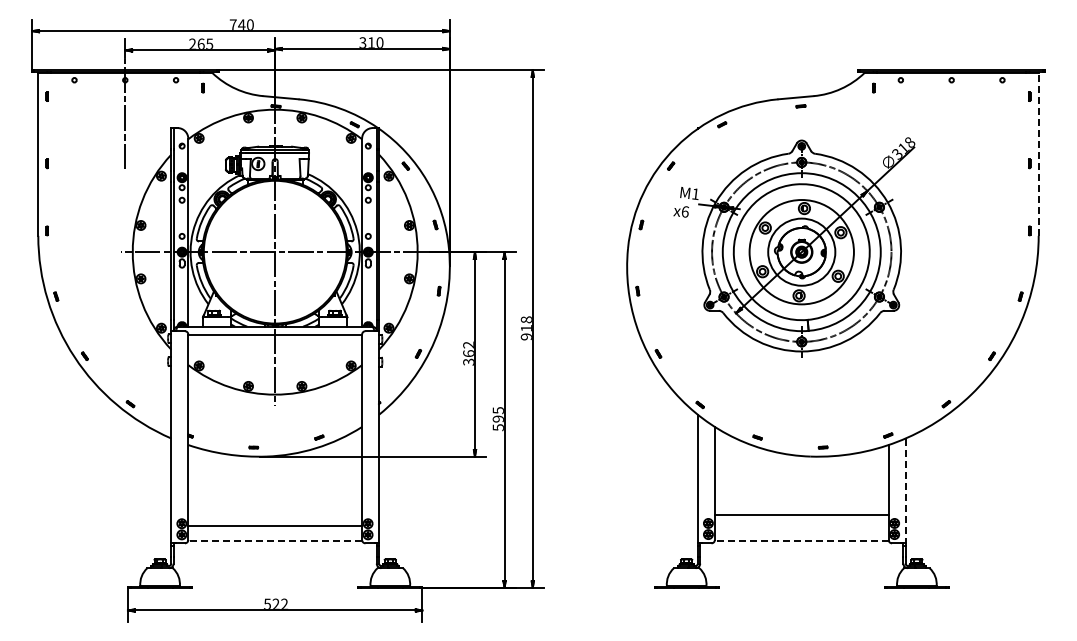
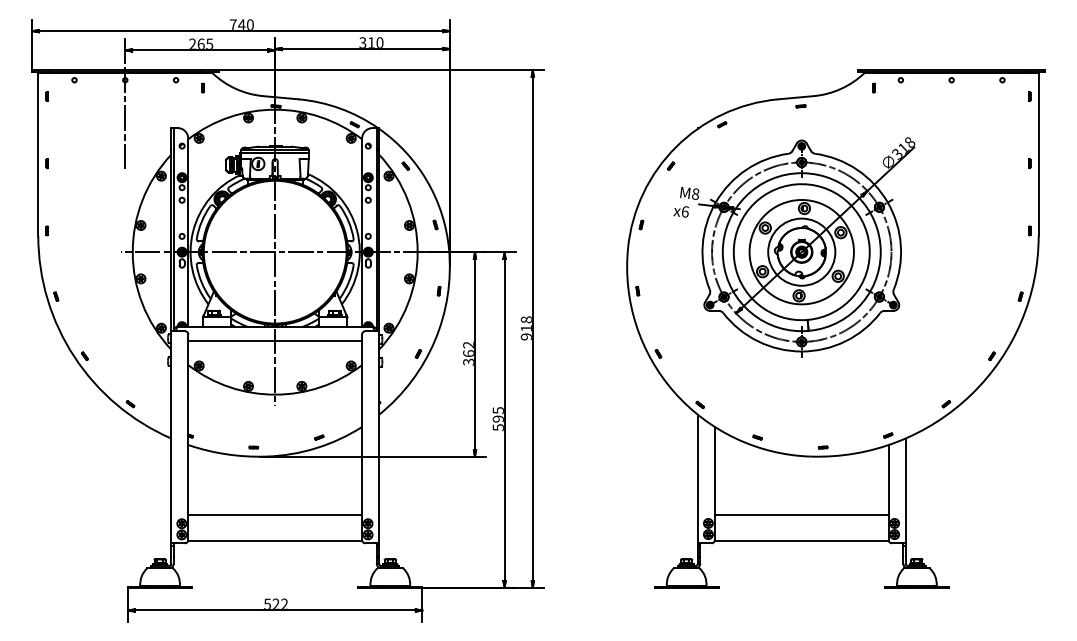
line at (1038, 153): dashed -> solid
text at (695, 193): M1 -> M8
line at (275, 334) position: (275, 334) -> (275, 340)
line at (905, 491): dashed -> solid
line at (275, 526) position: (275, 526) -> (275, 515)
line at (275, 540): dashed -> solid
line at (801, 540): dashed -> solid
